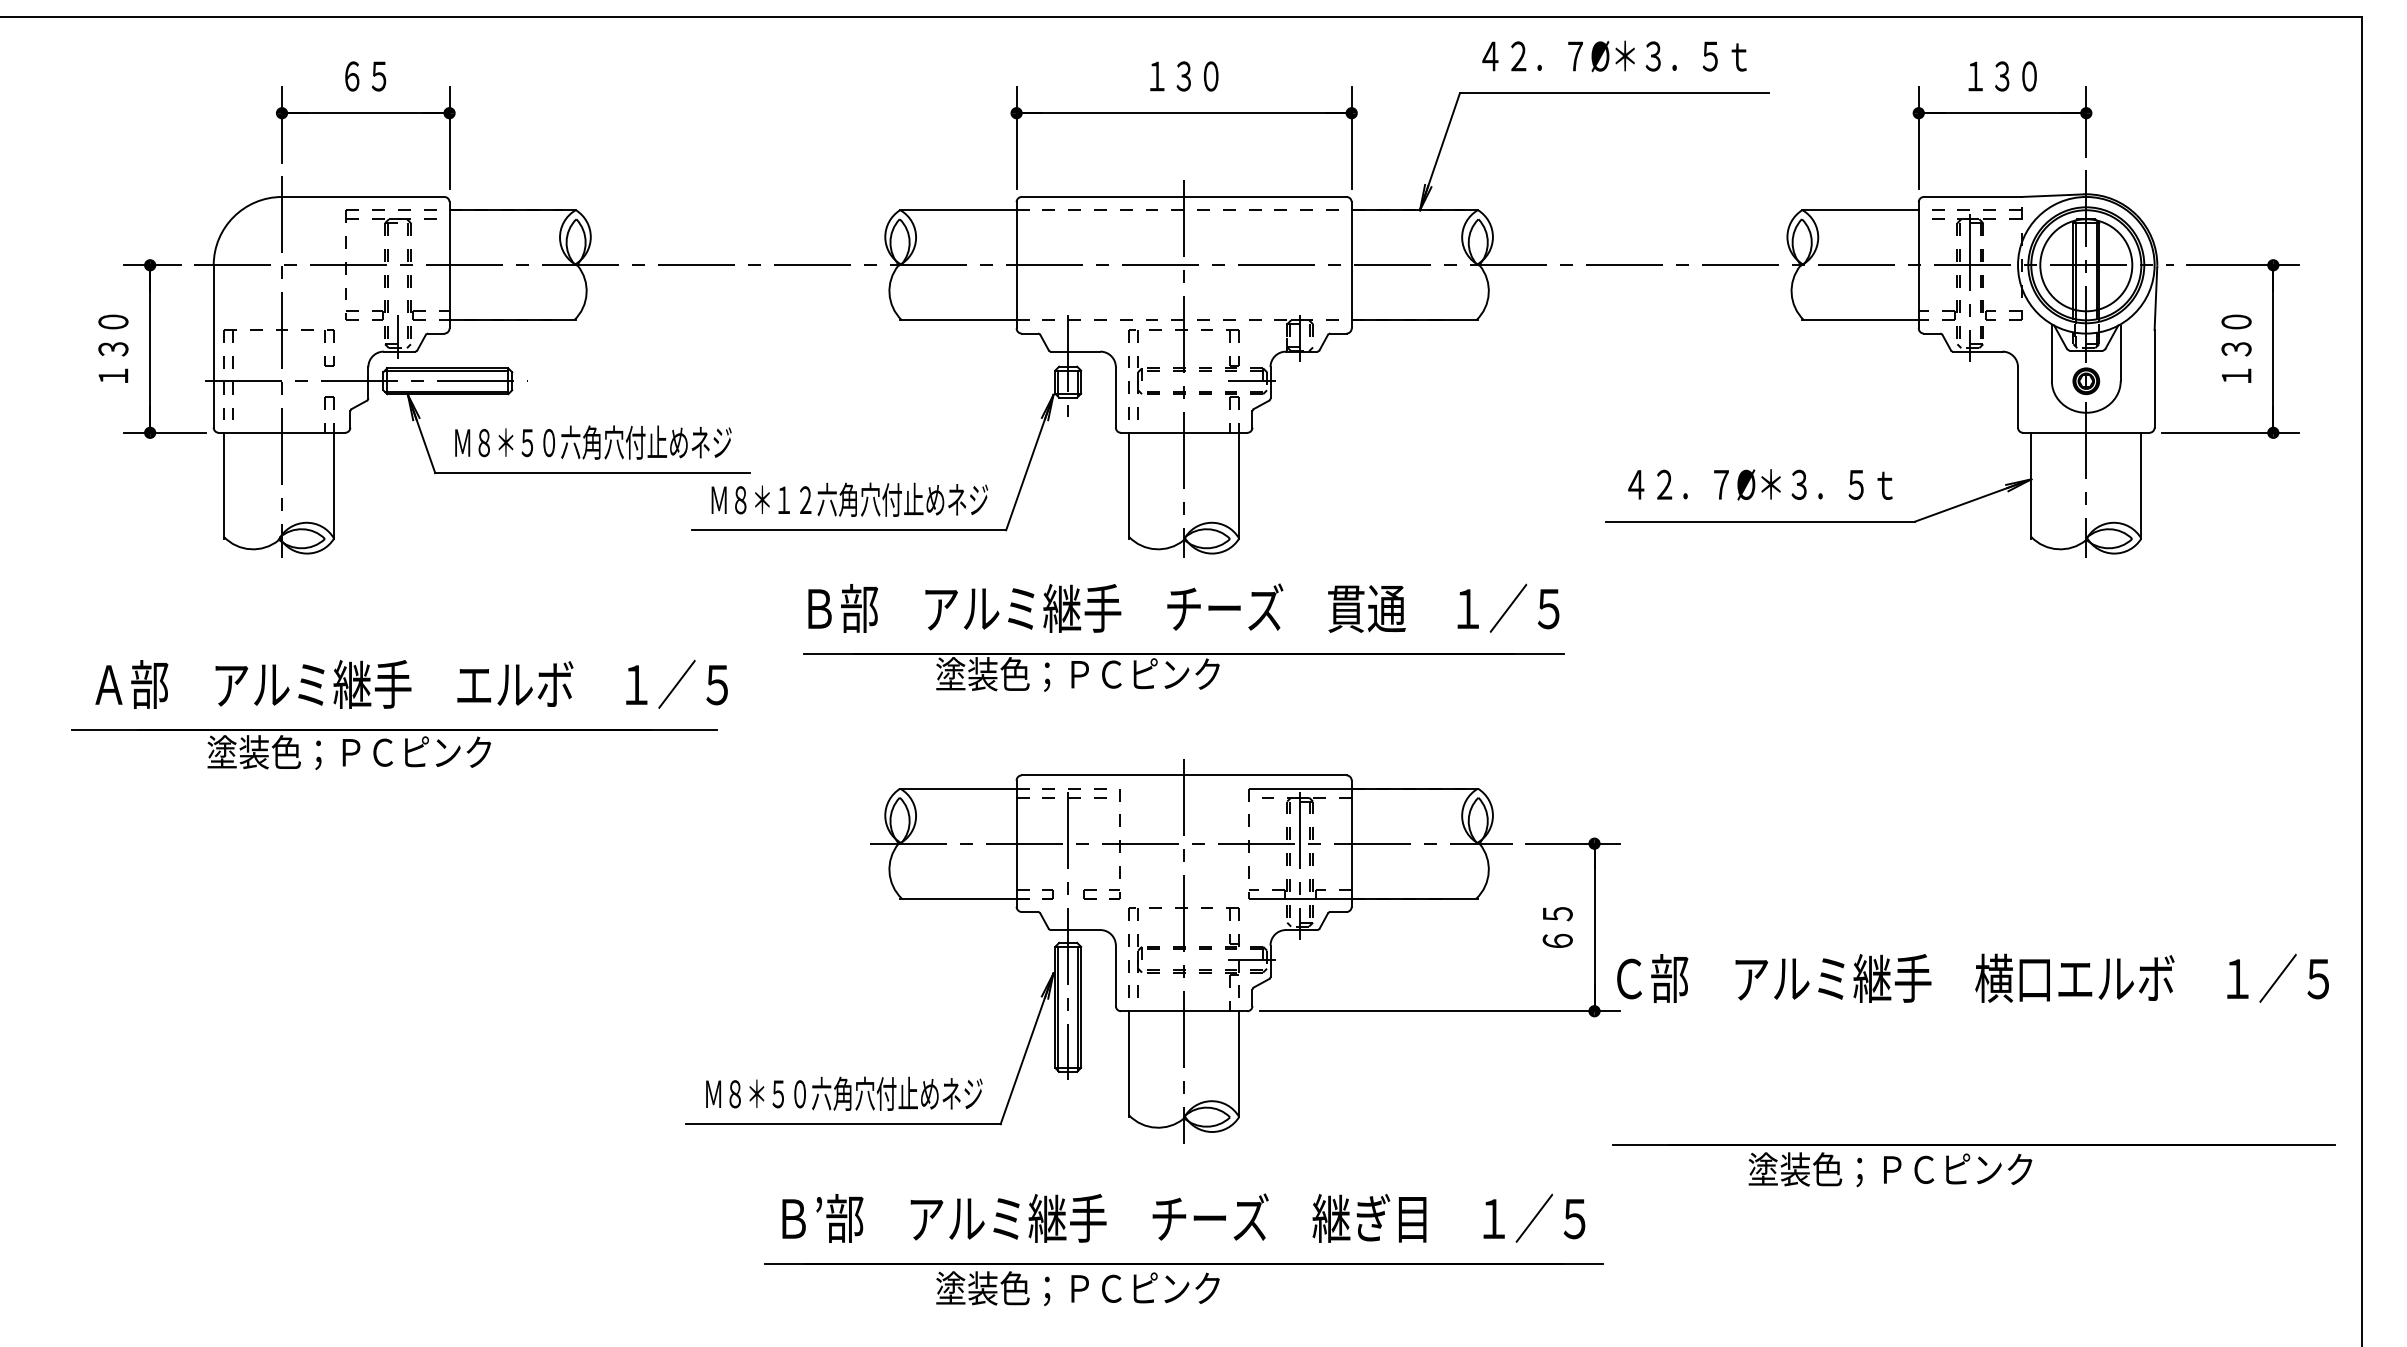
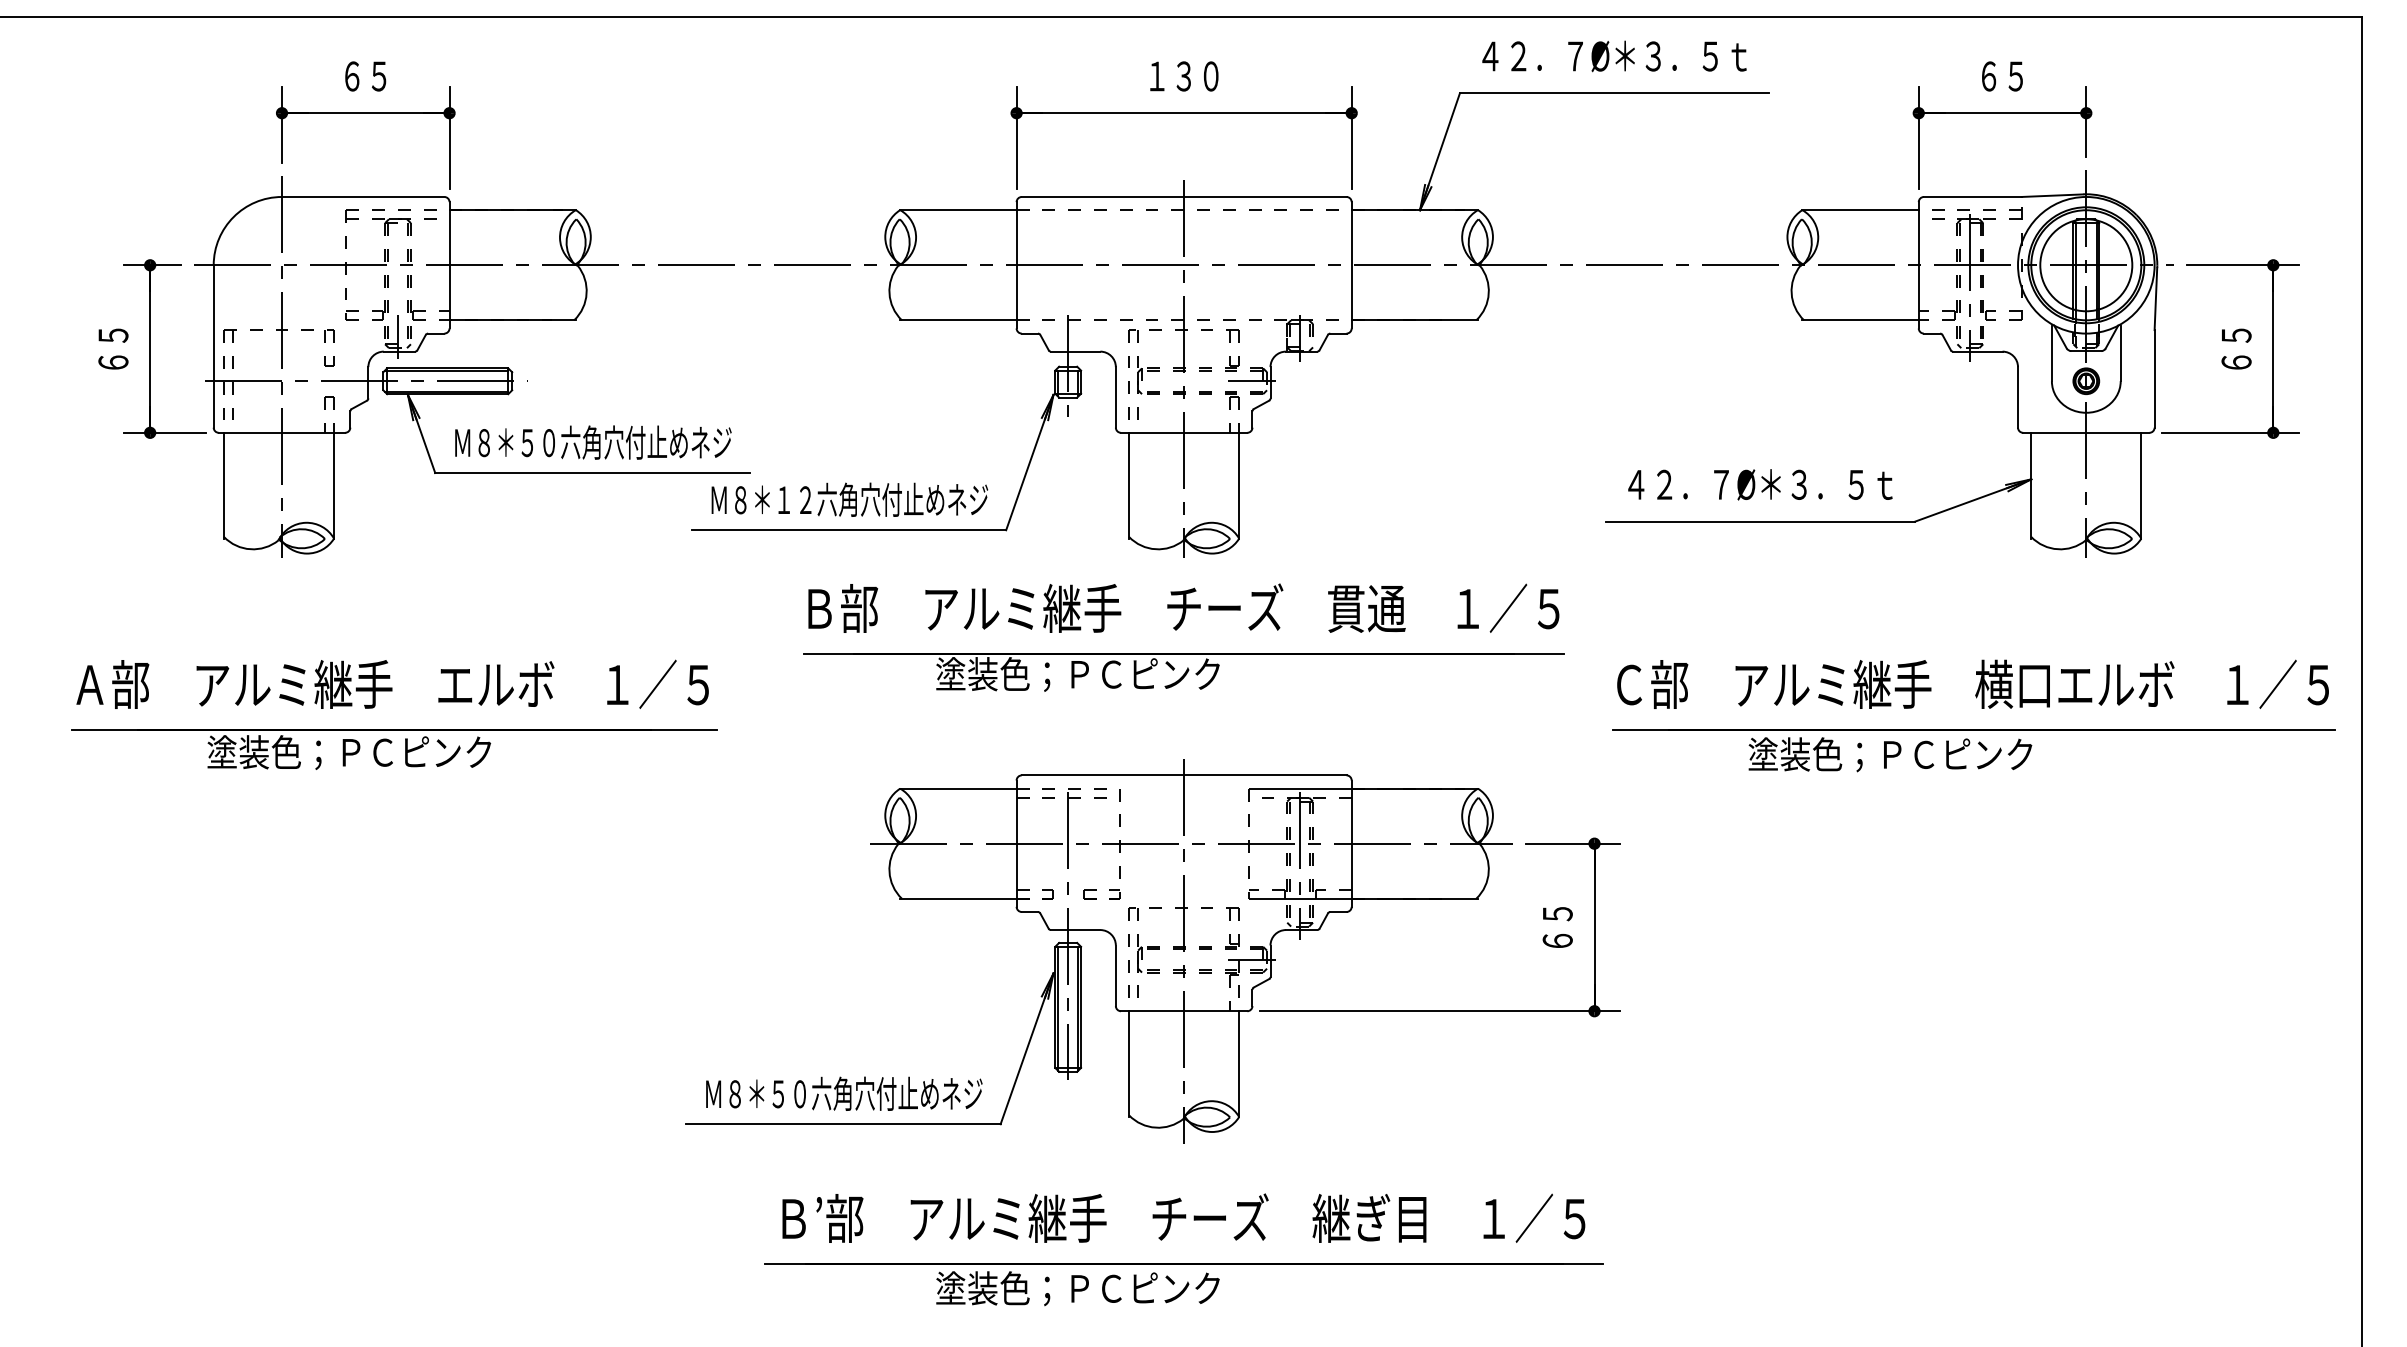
text at (2002, 76): １３０ -> ６５
text at (113, 348): １３０ -> ６５
text at (2236, 348): １３０ -> ６５
text at (411, 683) position: (411, 683) -> (392, 683)
text at (1972, 977) position: (1972, 977) -> (1972, 683)
part at (1969, 1160) position: (1969, 1160) -> (1969, 745)
